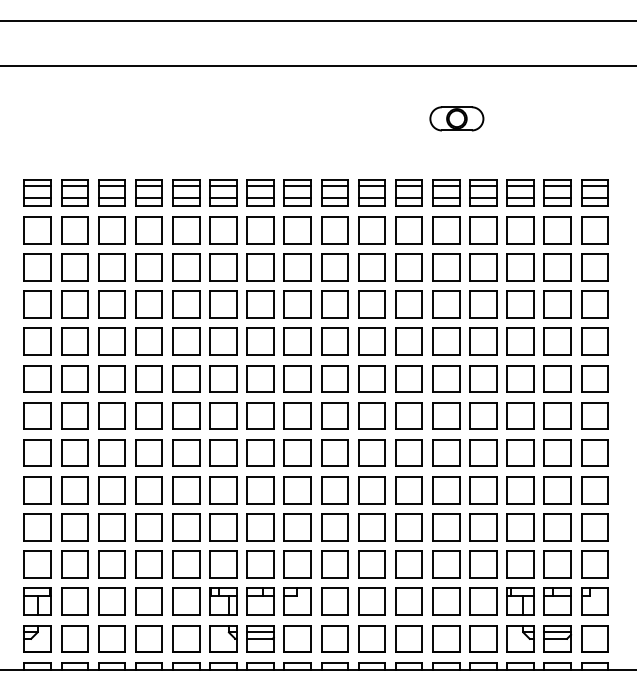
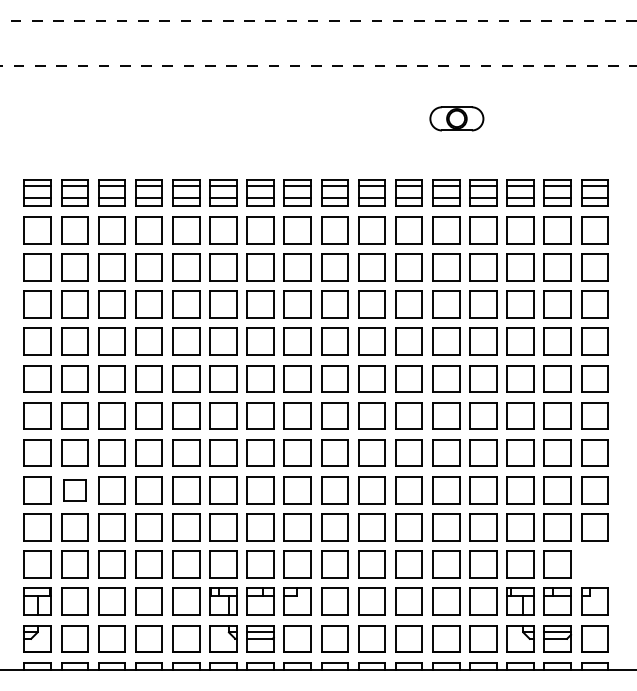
line at (318, 20): solid -> dashed
line at (318, 65): solid -> dashed
part at (74, 490) size: 28x29 px -> 24x23 px
part at (594, 564): present -> none
